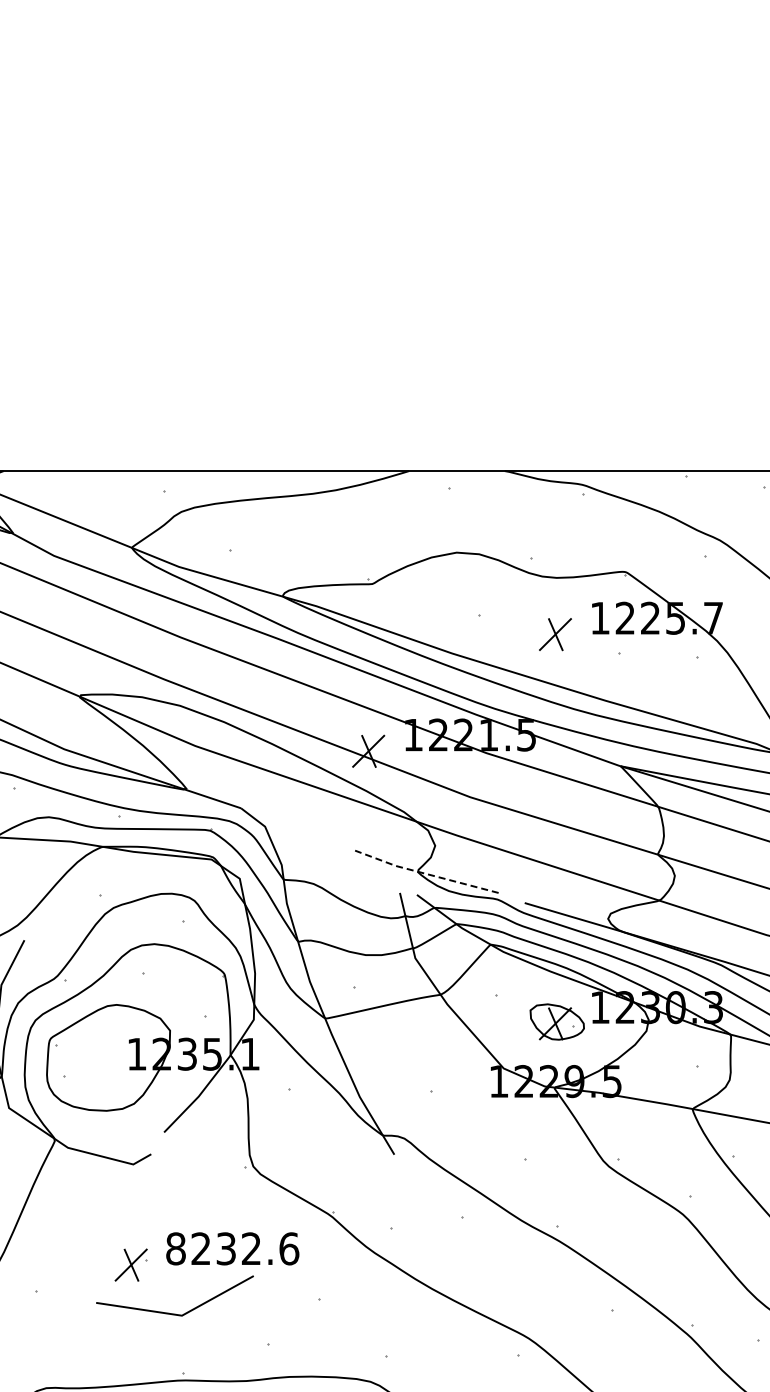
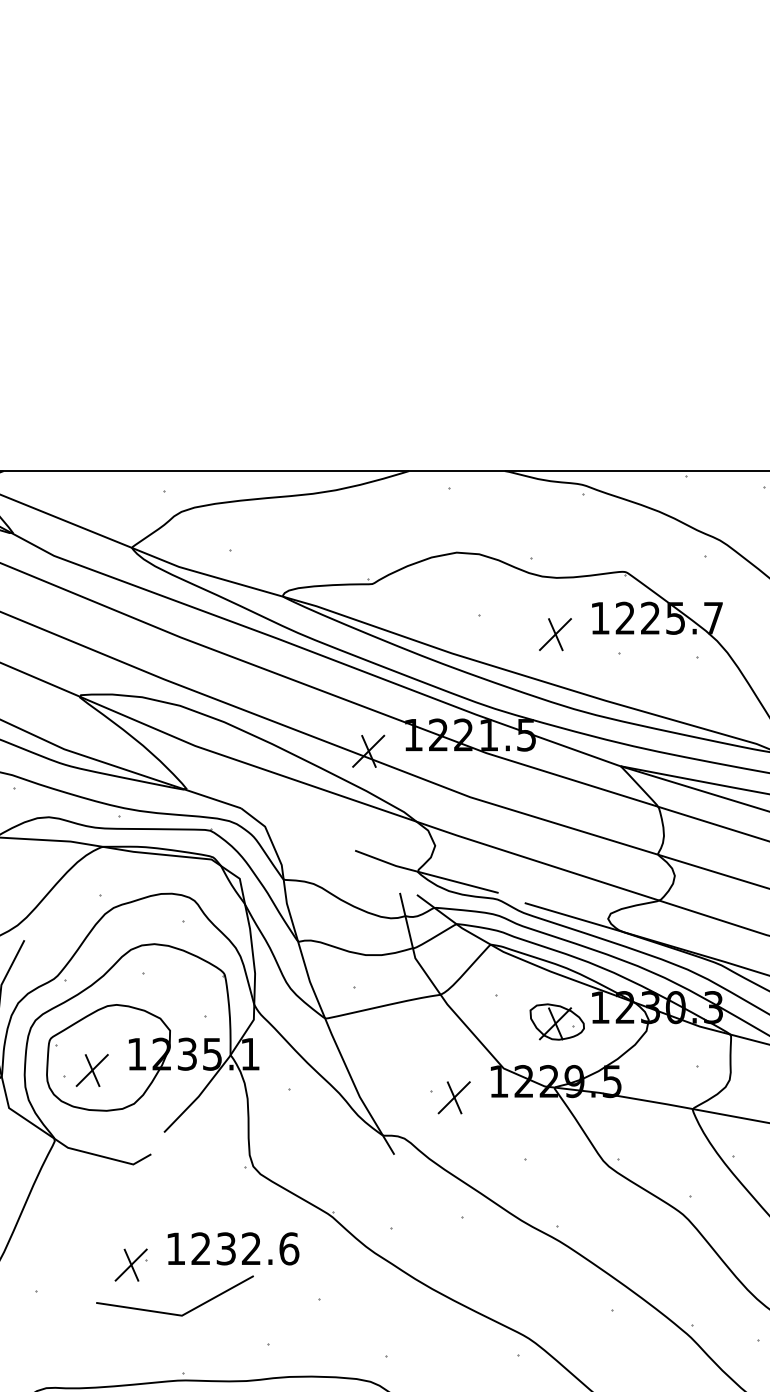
line at (425, 873): dashed -> solid
part at (91, 1070): none -> present
part at (453, 1097): none -> present
text at (175, 1248): 8232.6 -> 1232.6
